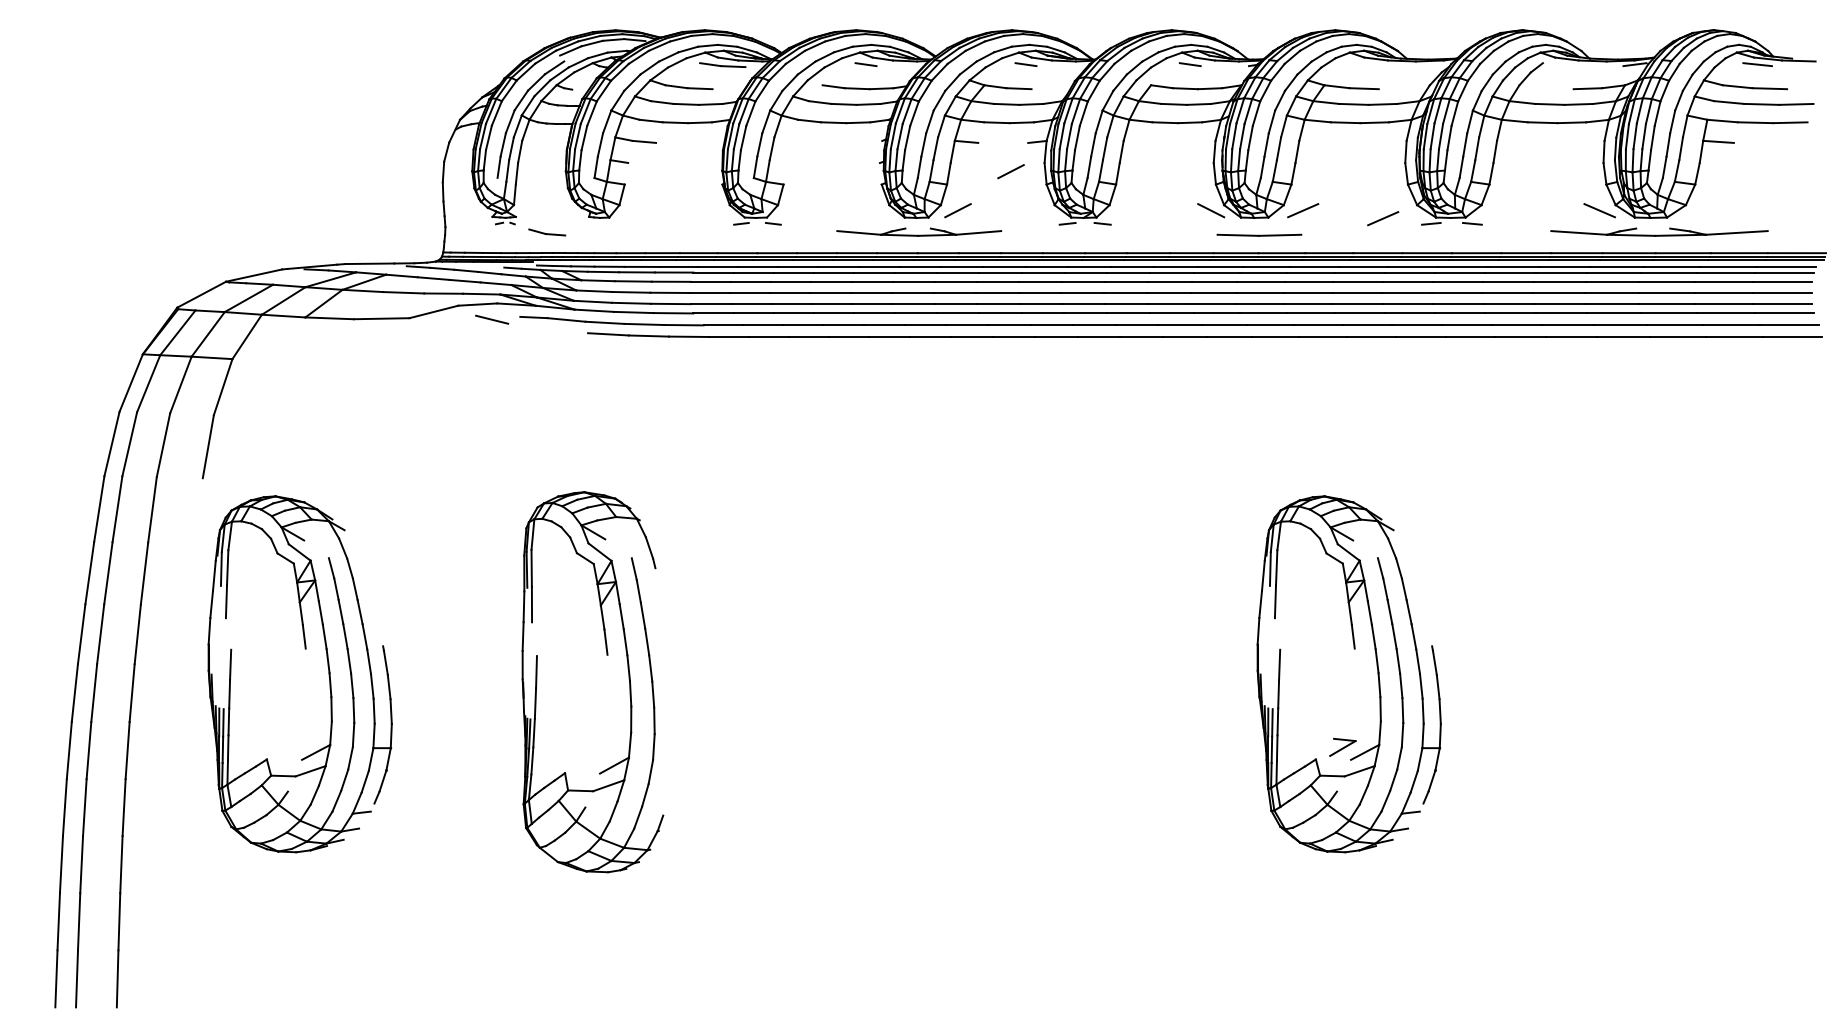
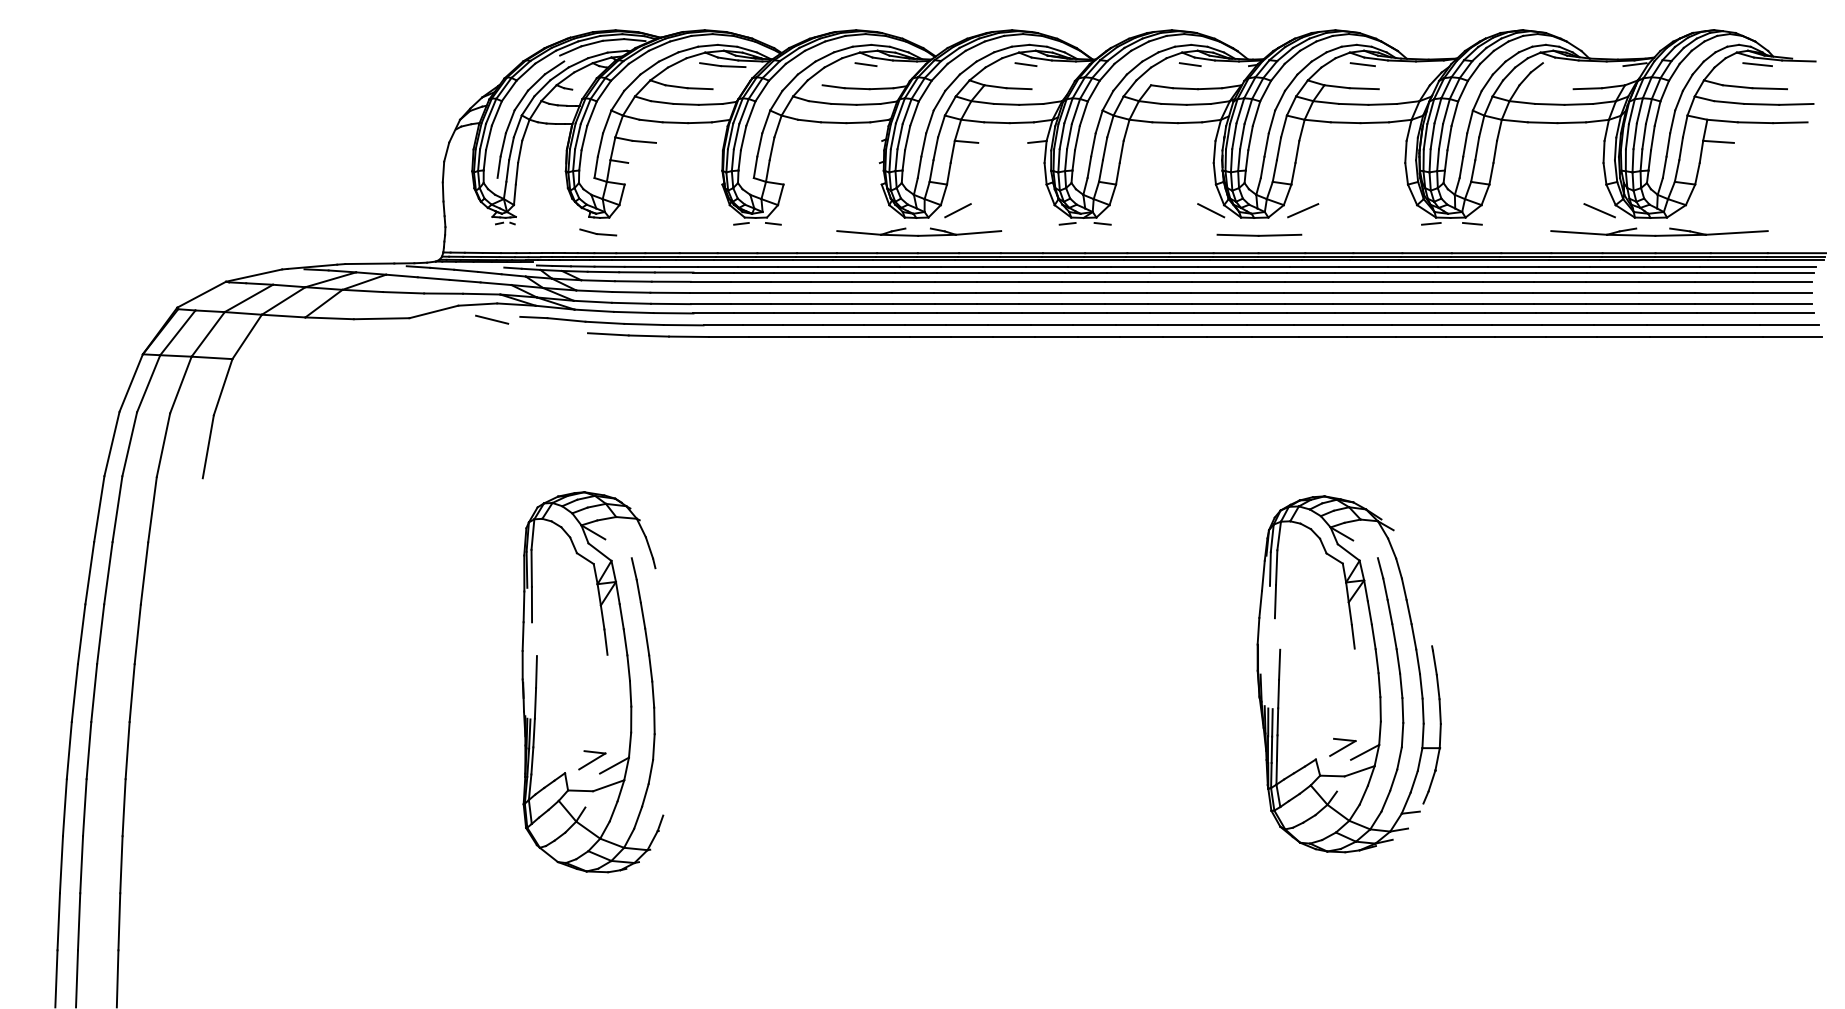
line at (1362, 64): none -> present
line at (1010, 171): present -> none
line at (1383, 218): present -> none
part at (547, 232) position: (547, 232) -> (598, 232)
part at (299, 674): present -> none
part at (592, 760): none -> present
